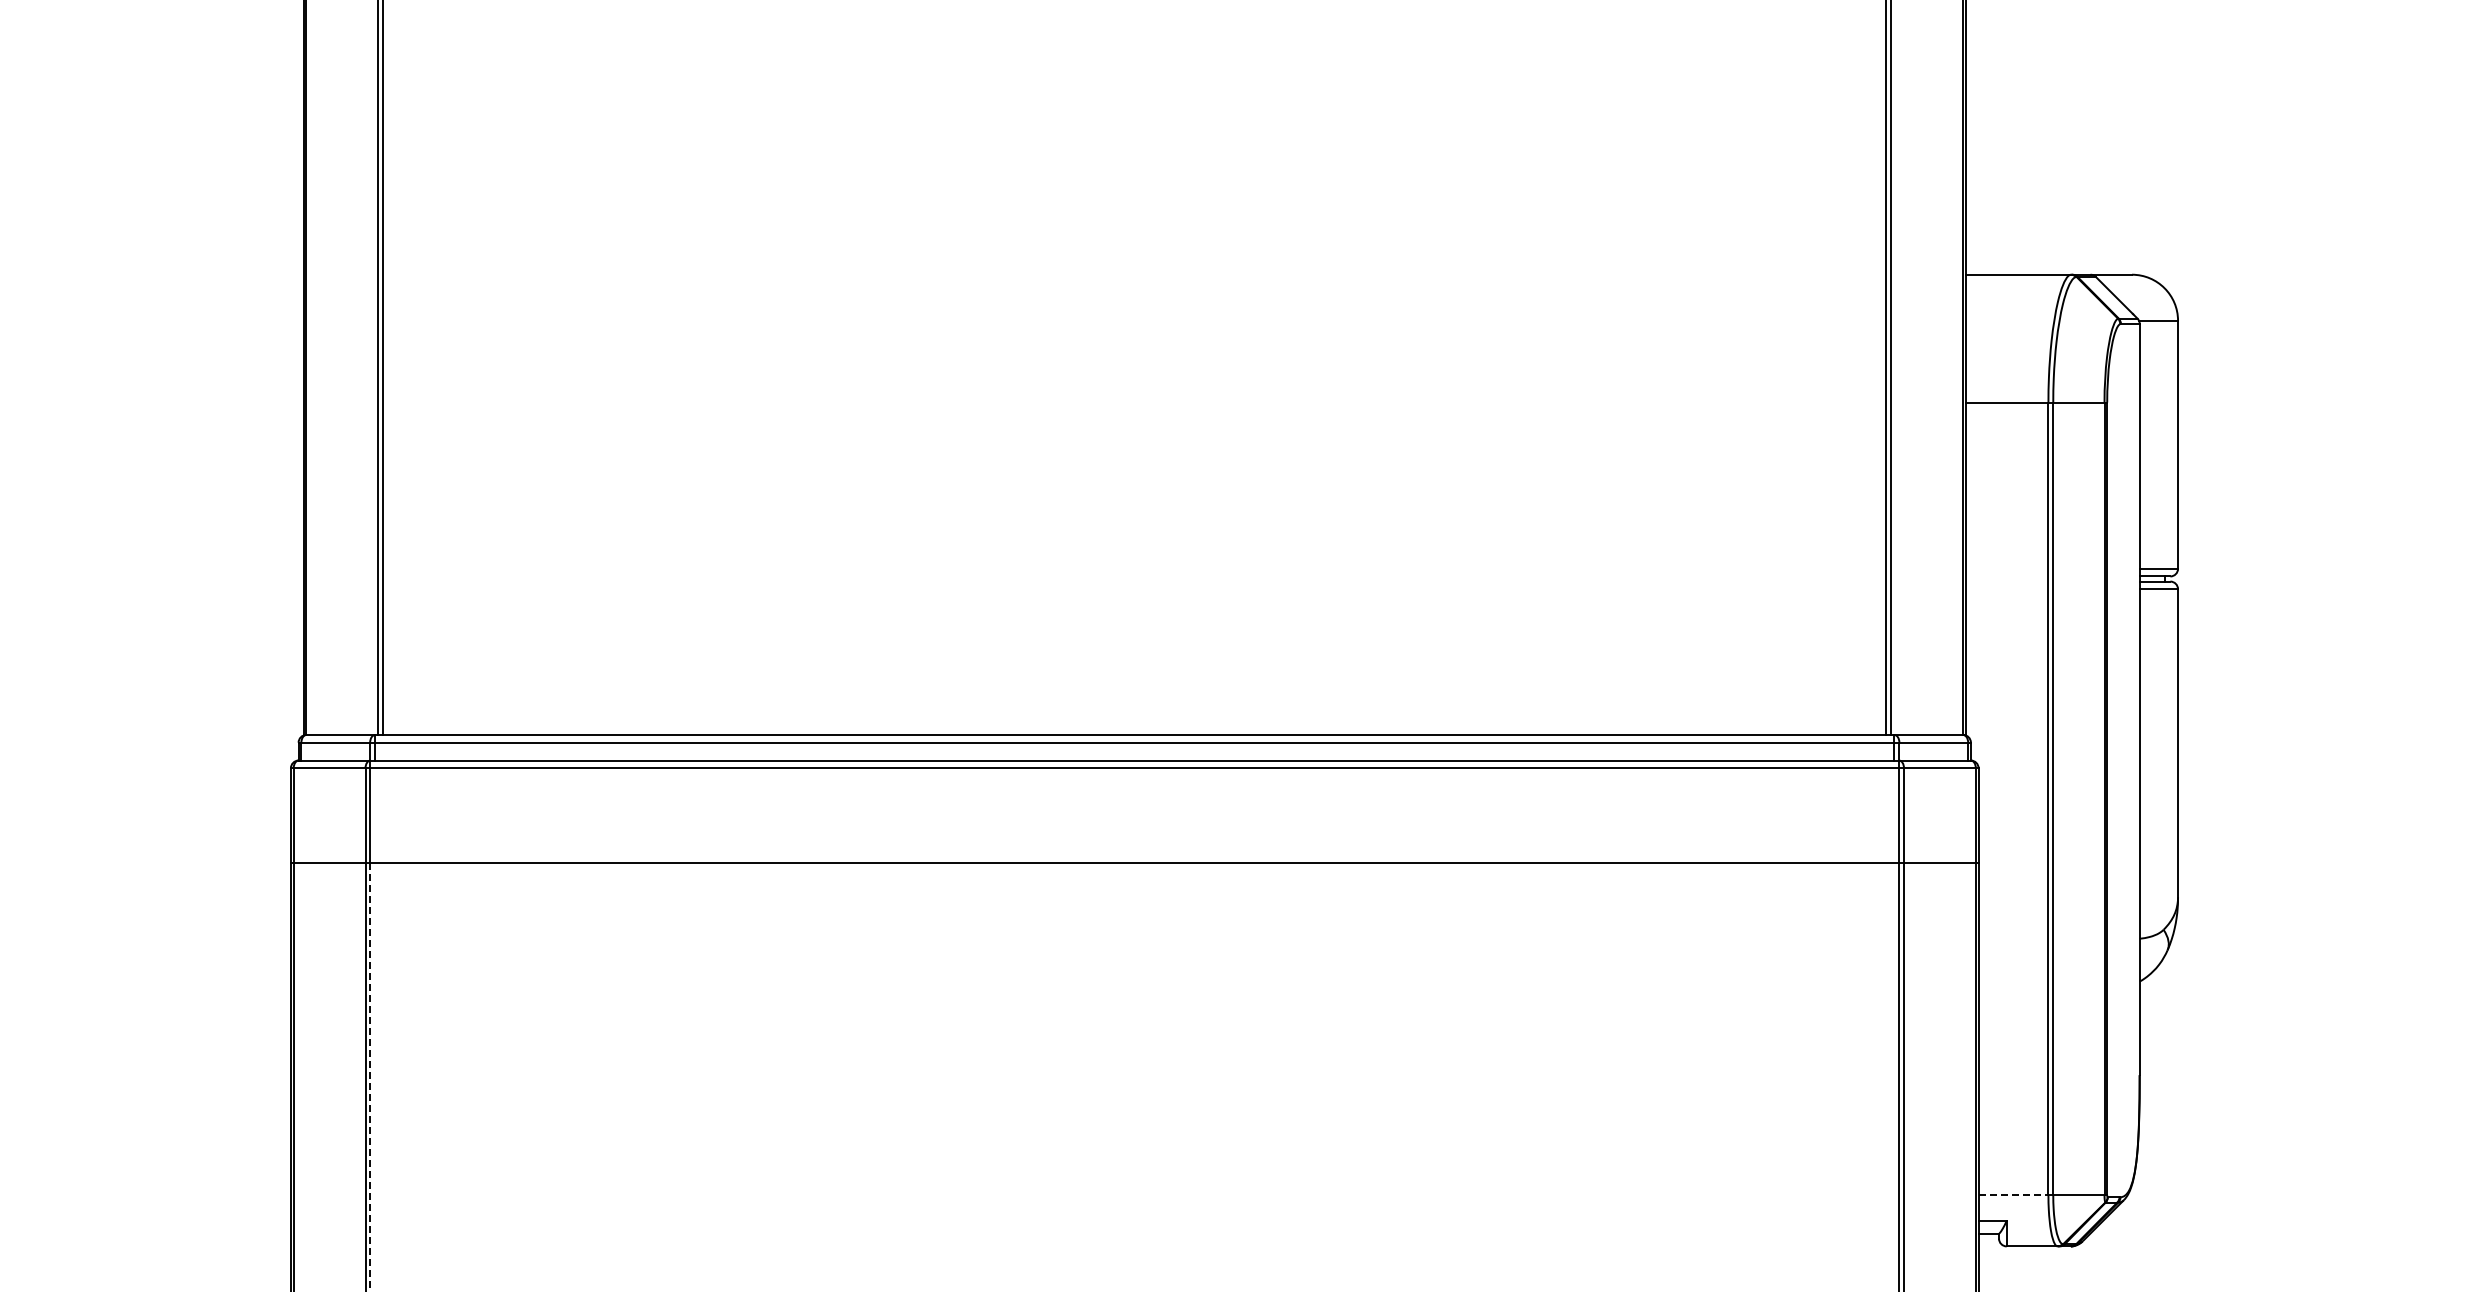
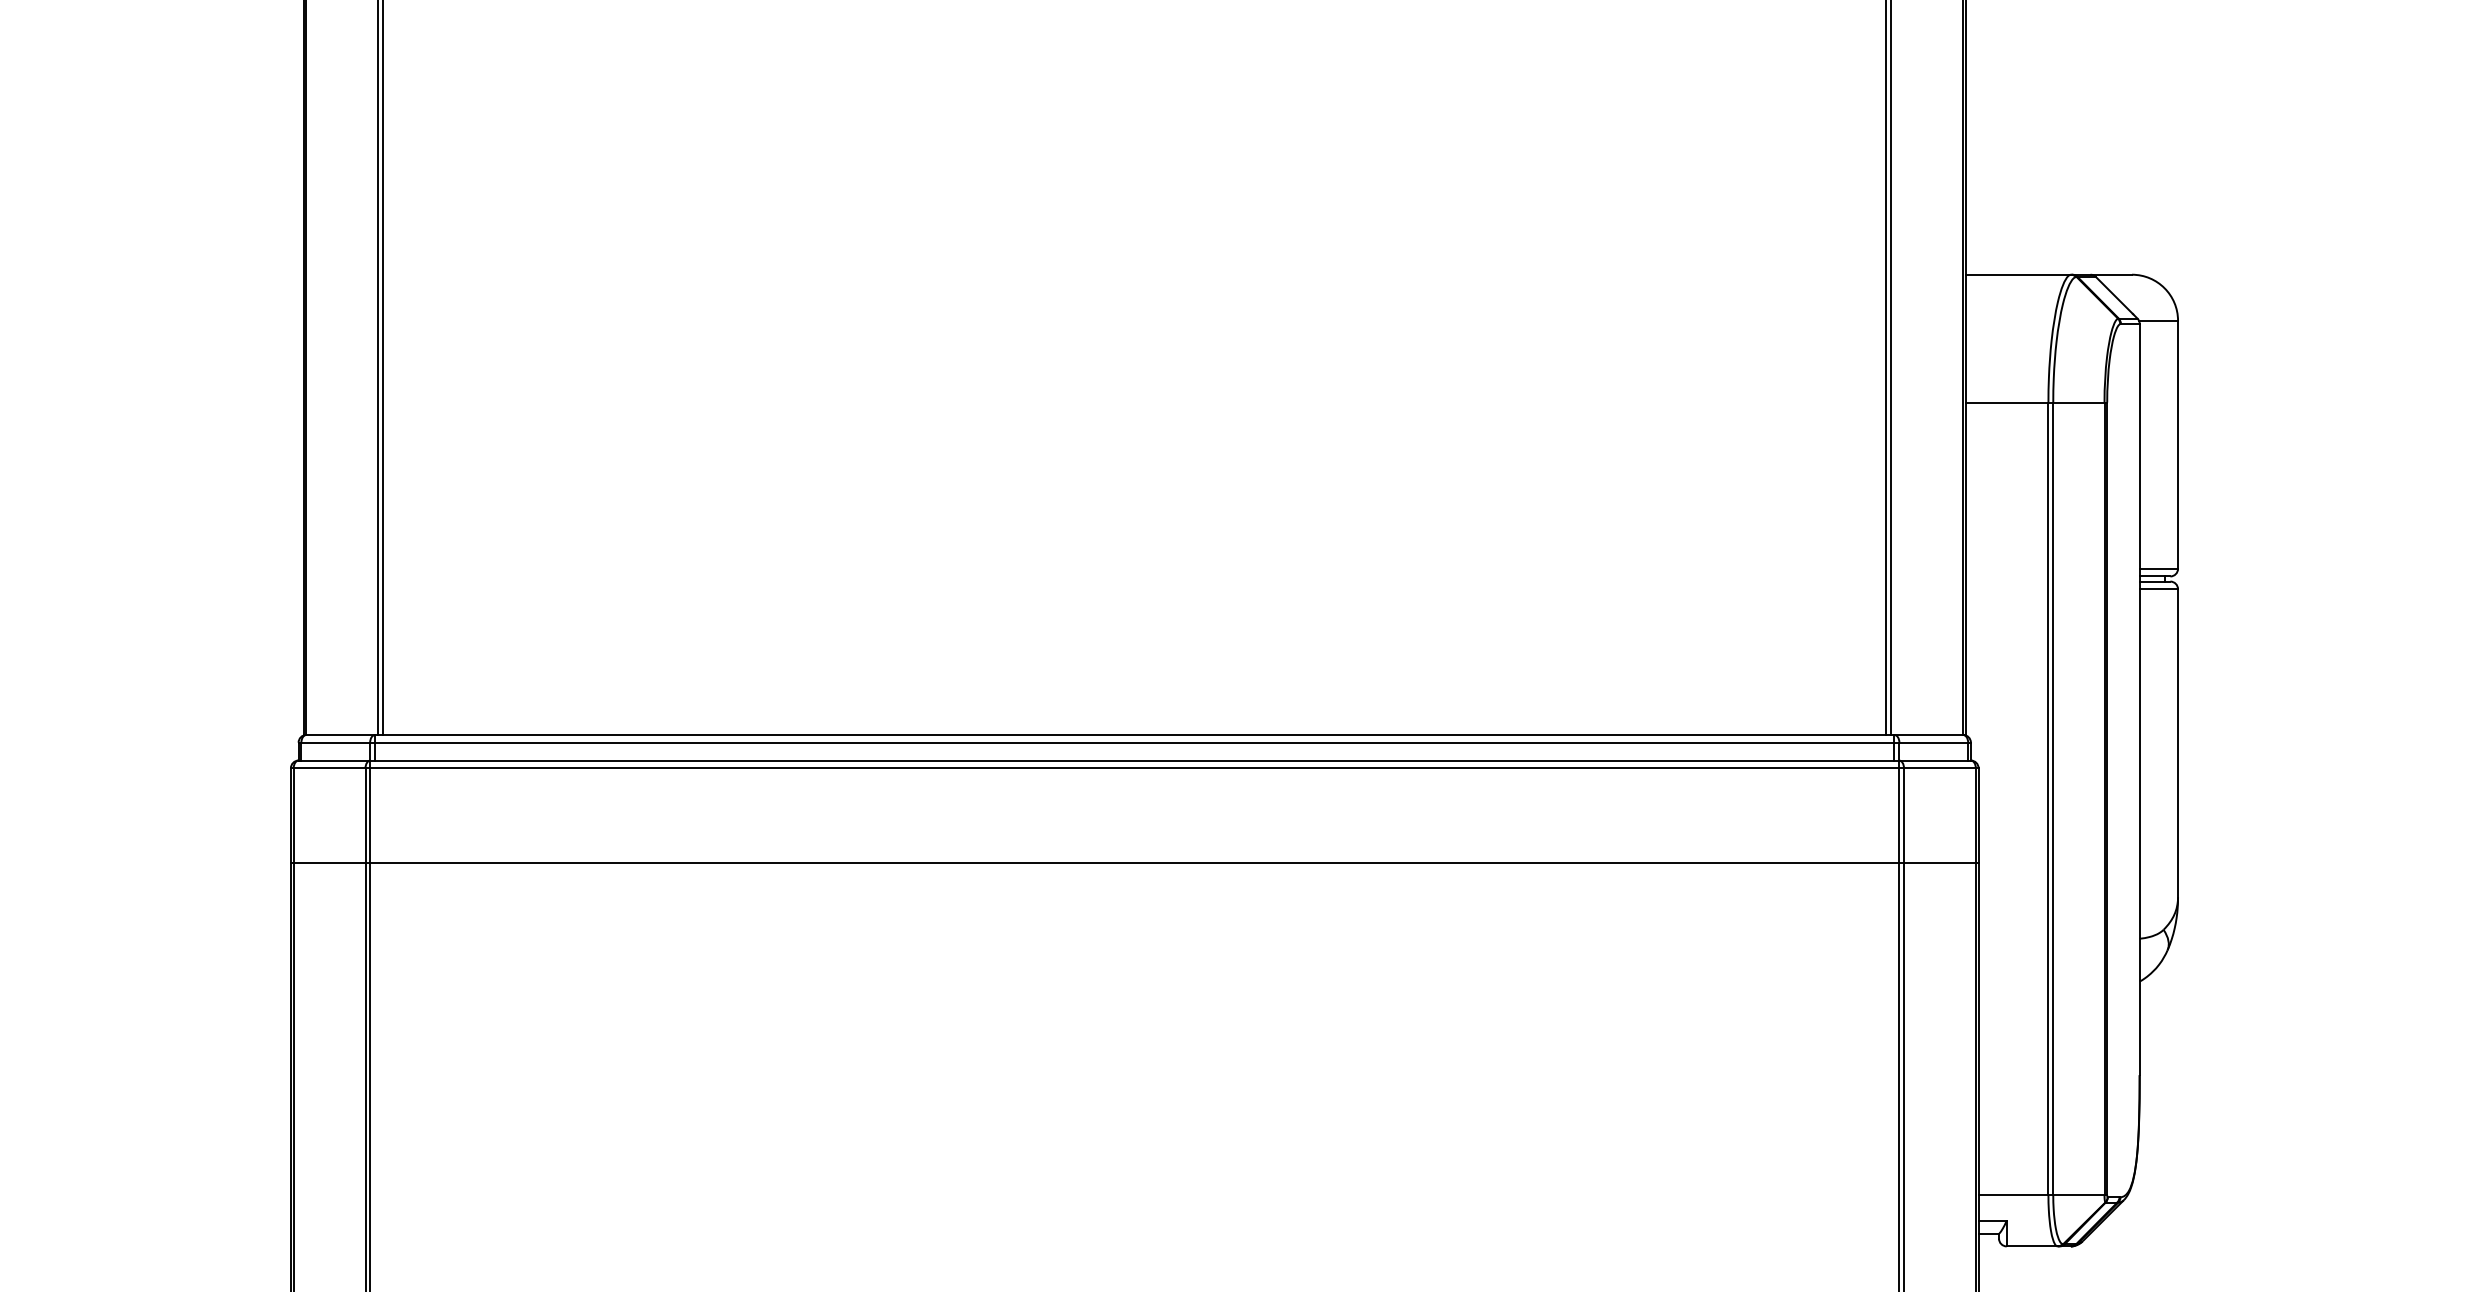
line at (370, 1077): dashed -> solid
line at (2013, 1195): dashed -> solid
